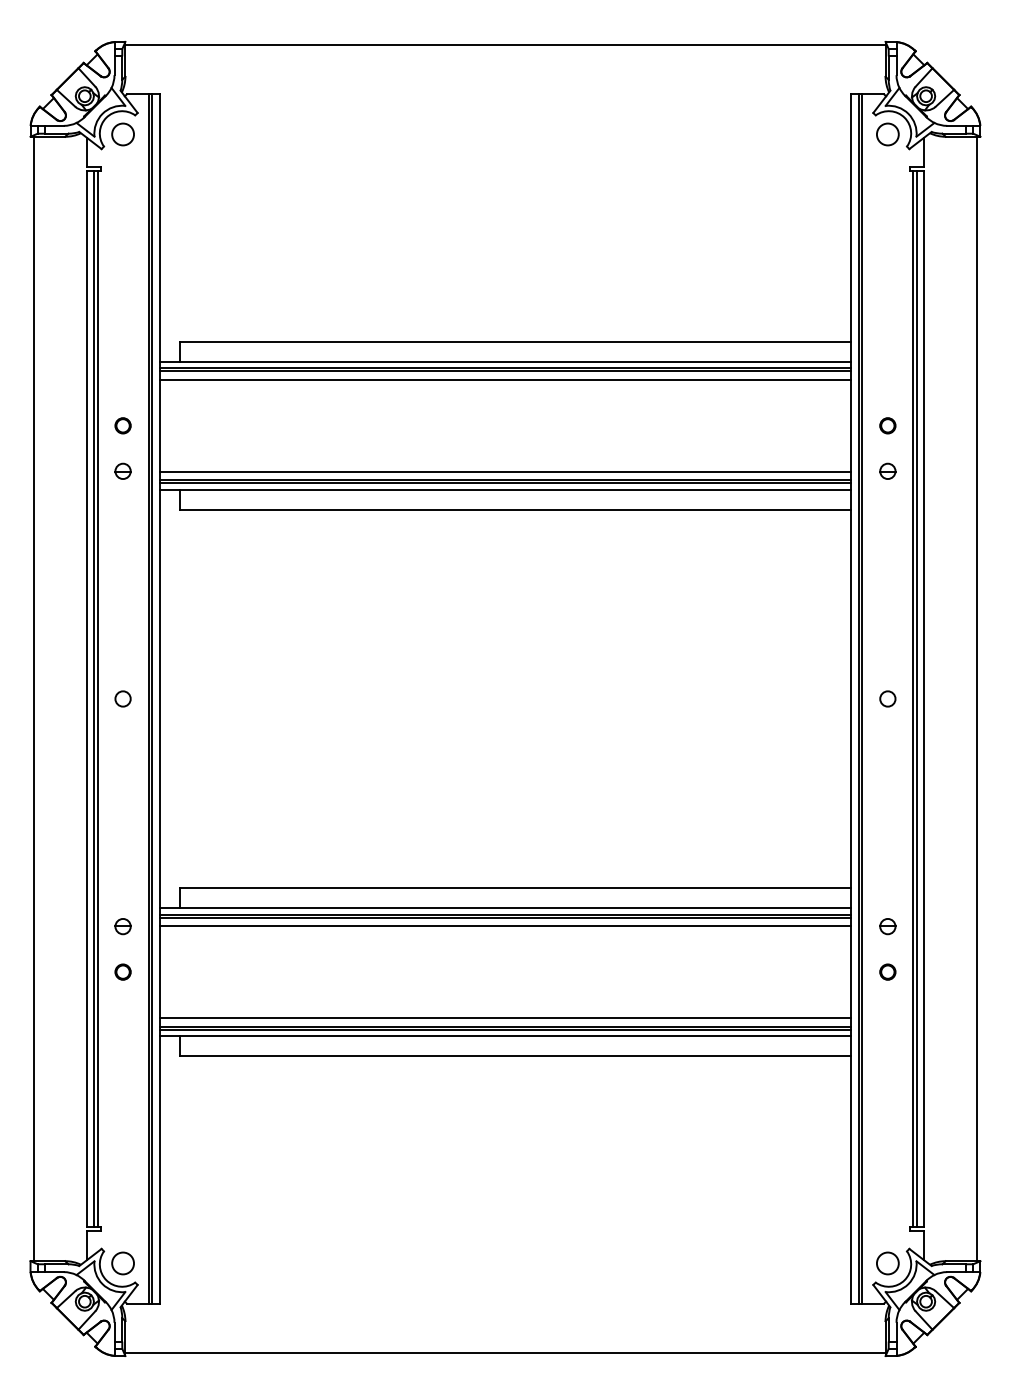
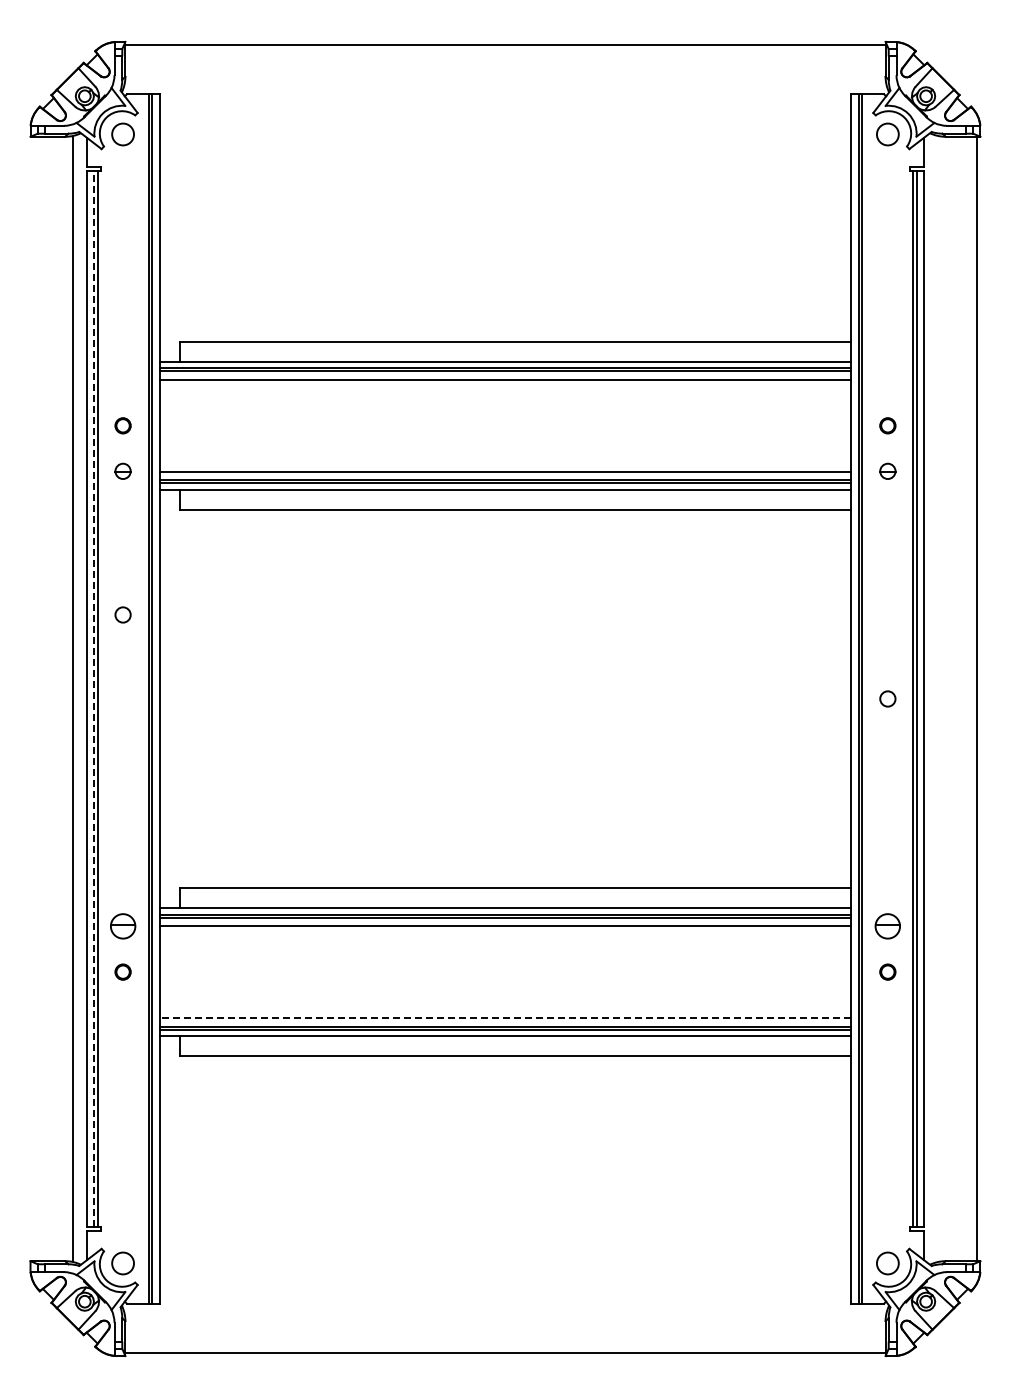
line at (33, 698) position: (33, 698) -> (72, 698)
line at (93, 698): solid -> dashed
circle at (122, 698) position: (122, 698) -> (122, 614)
part at (122, 926) size: 18x18 px -> 27x27 px
part at (887, 926) size: 18x18 px -> 27x27 px
line at (505, 1018): solid -> dashed
